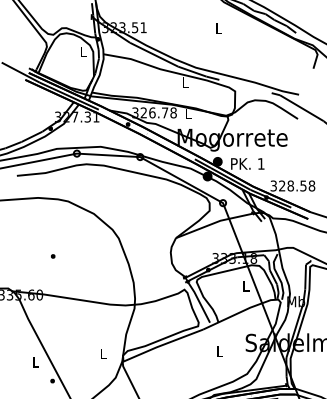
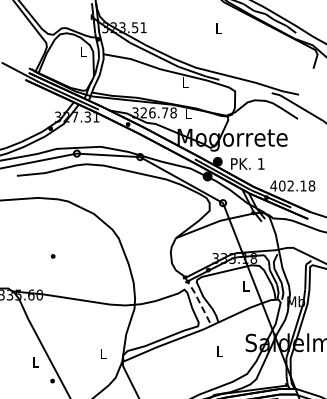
text at (288, 185): 328.58 -> 402.18
line at (199, 301): solid -> dashed
